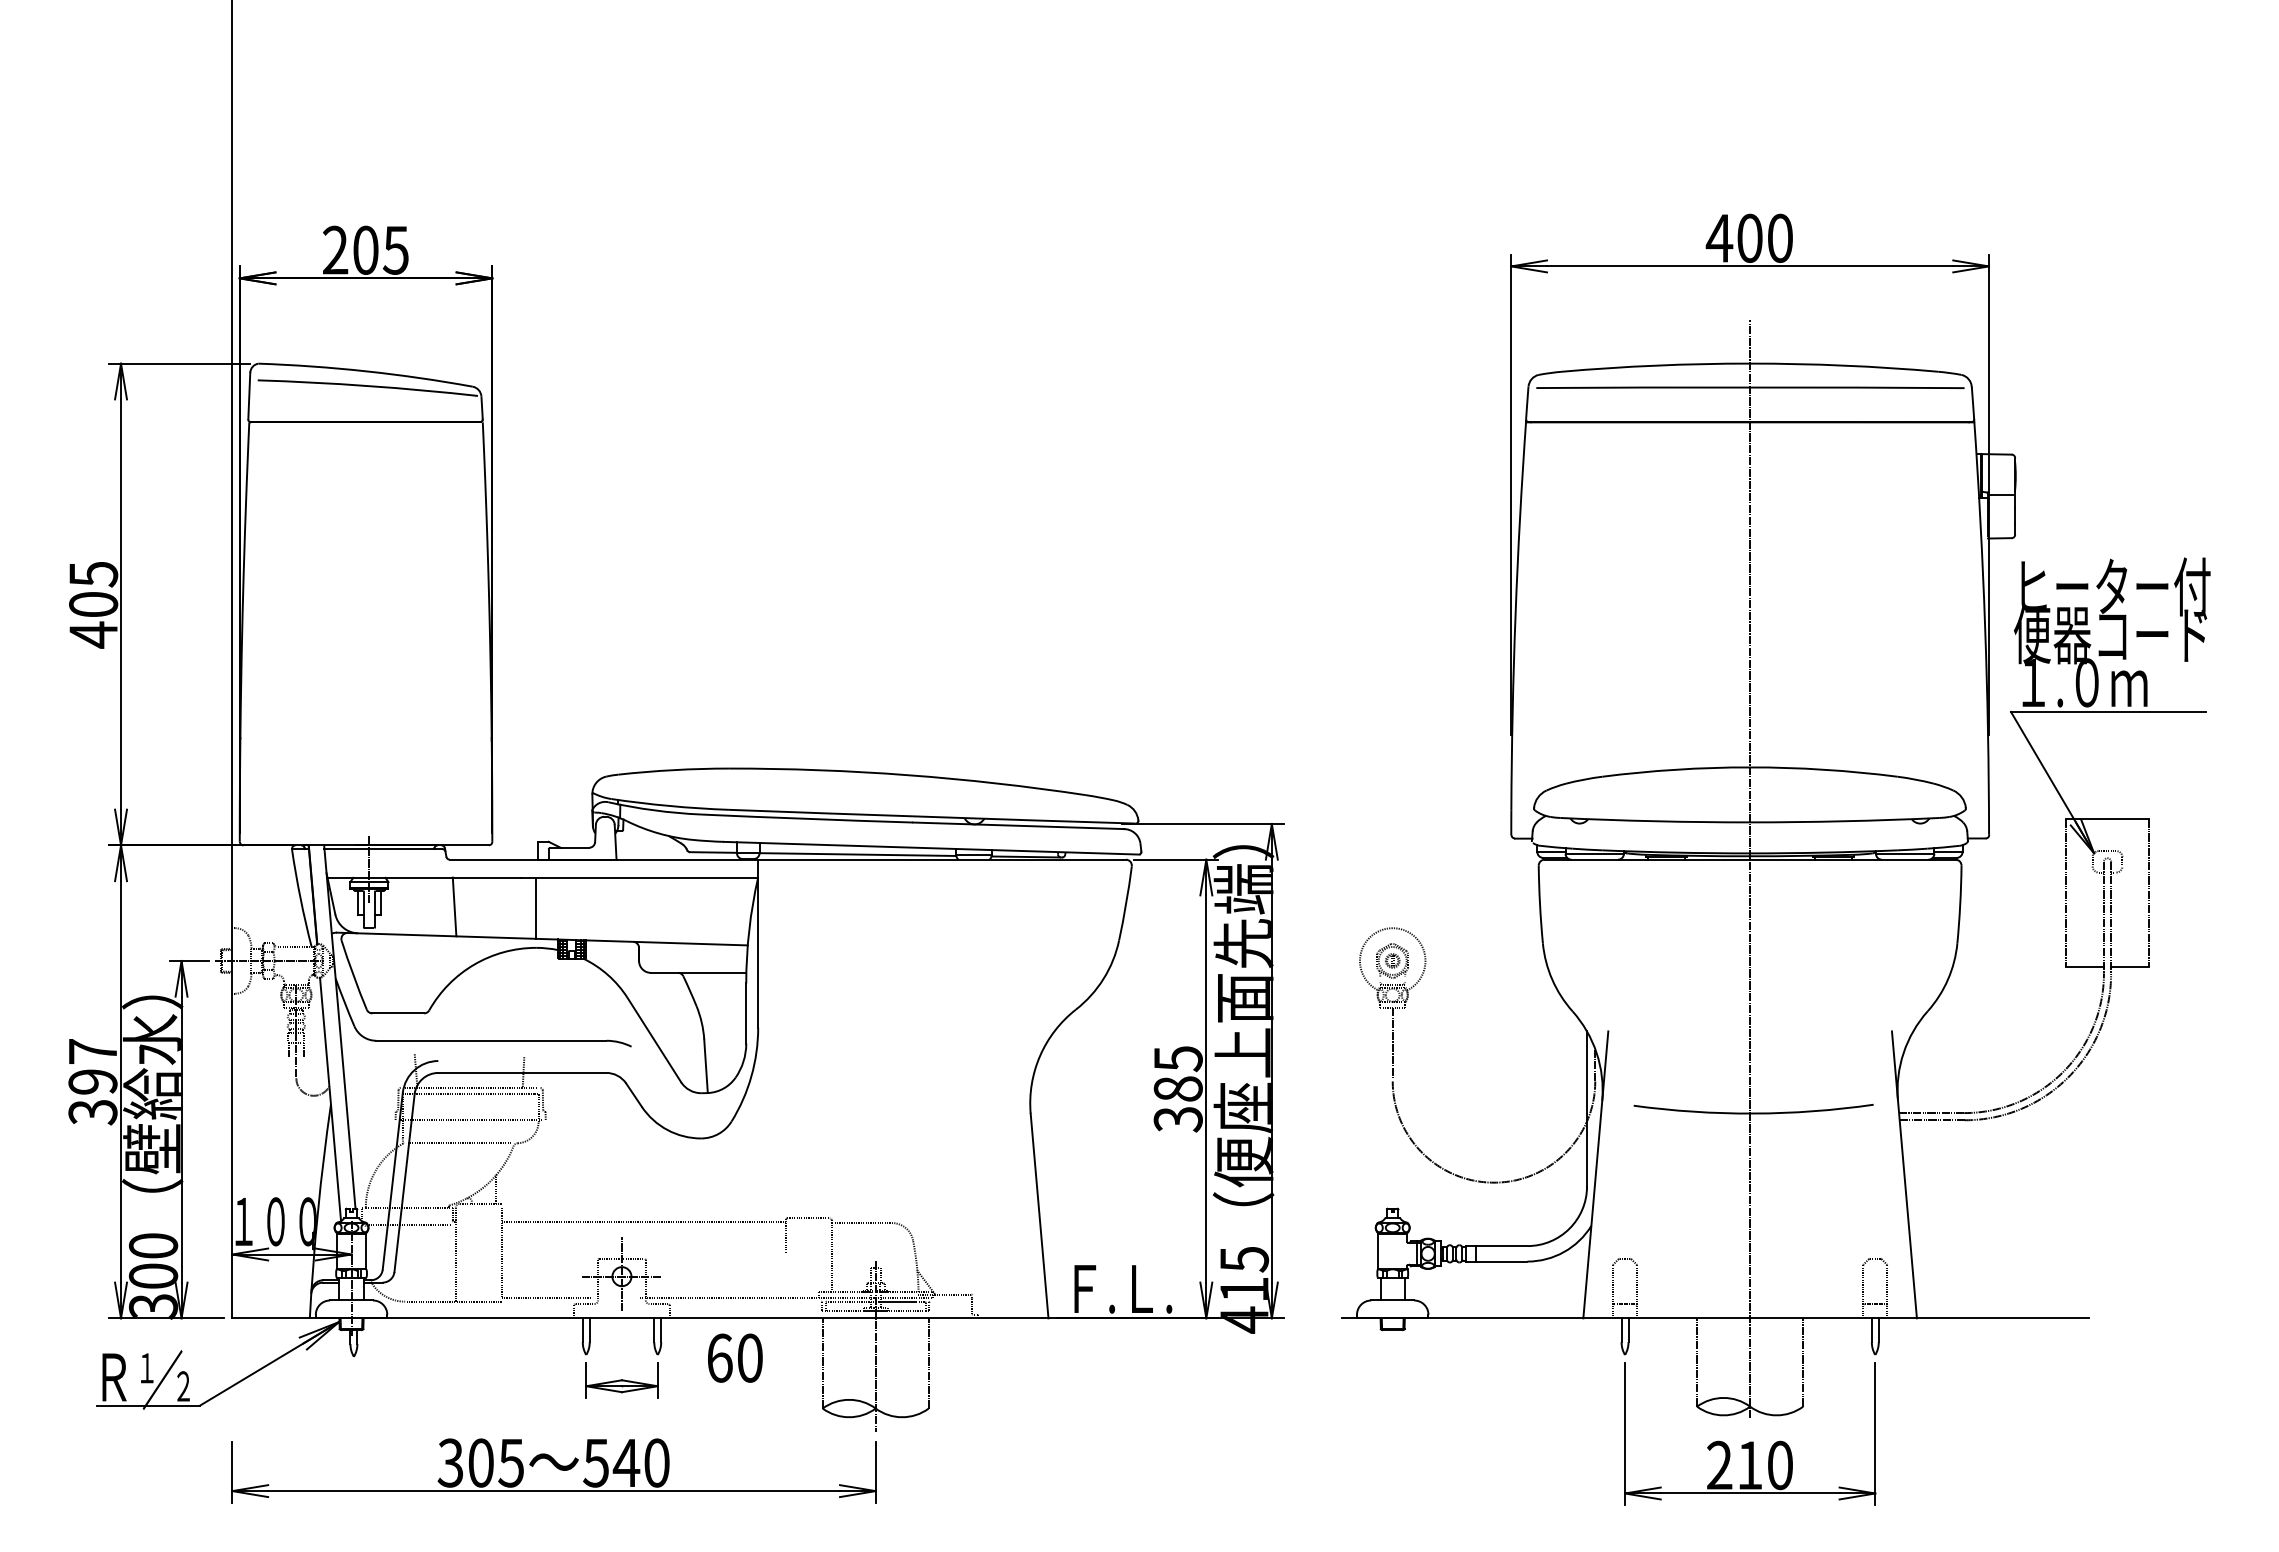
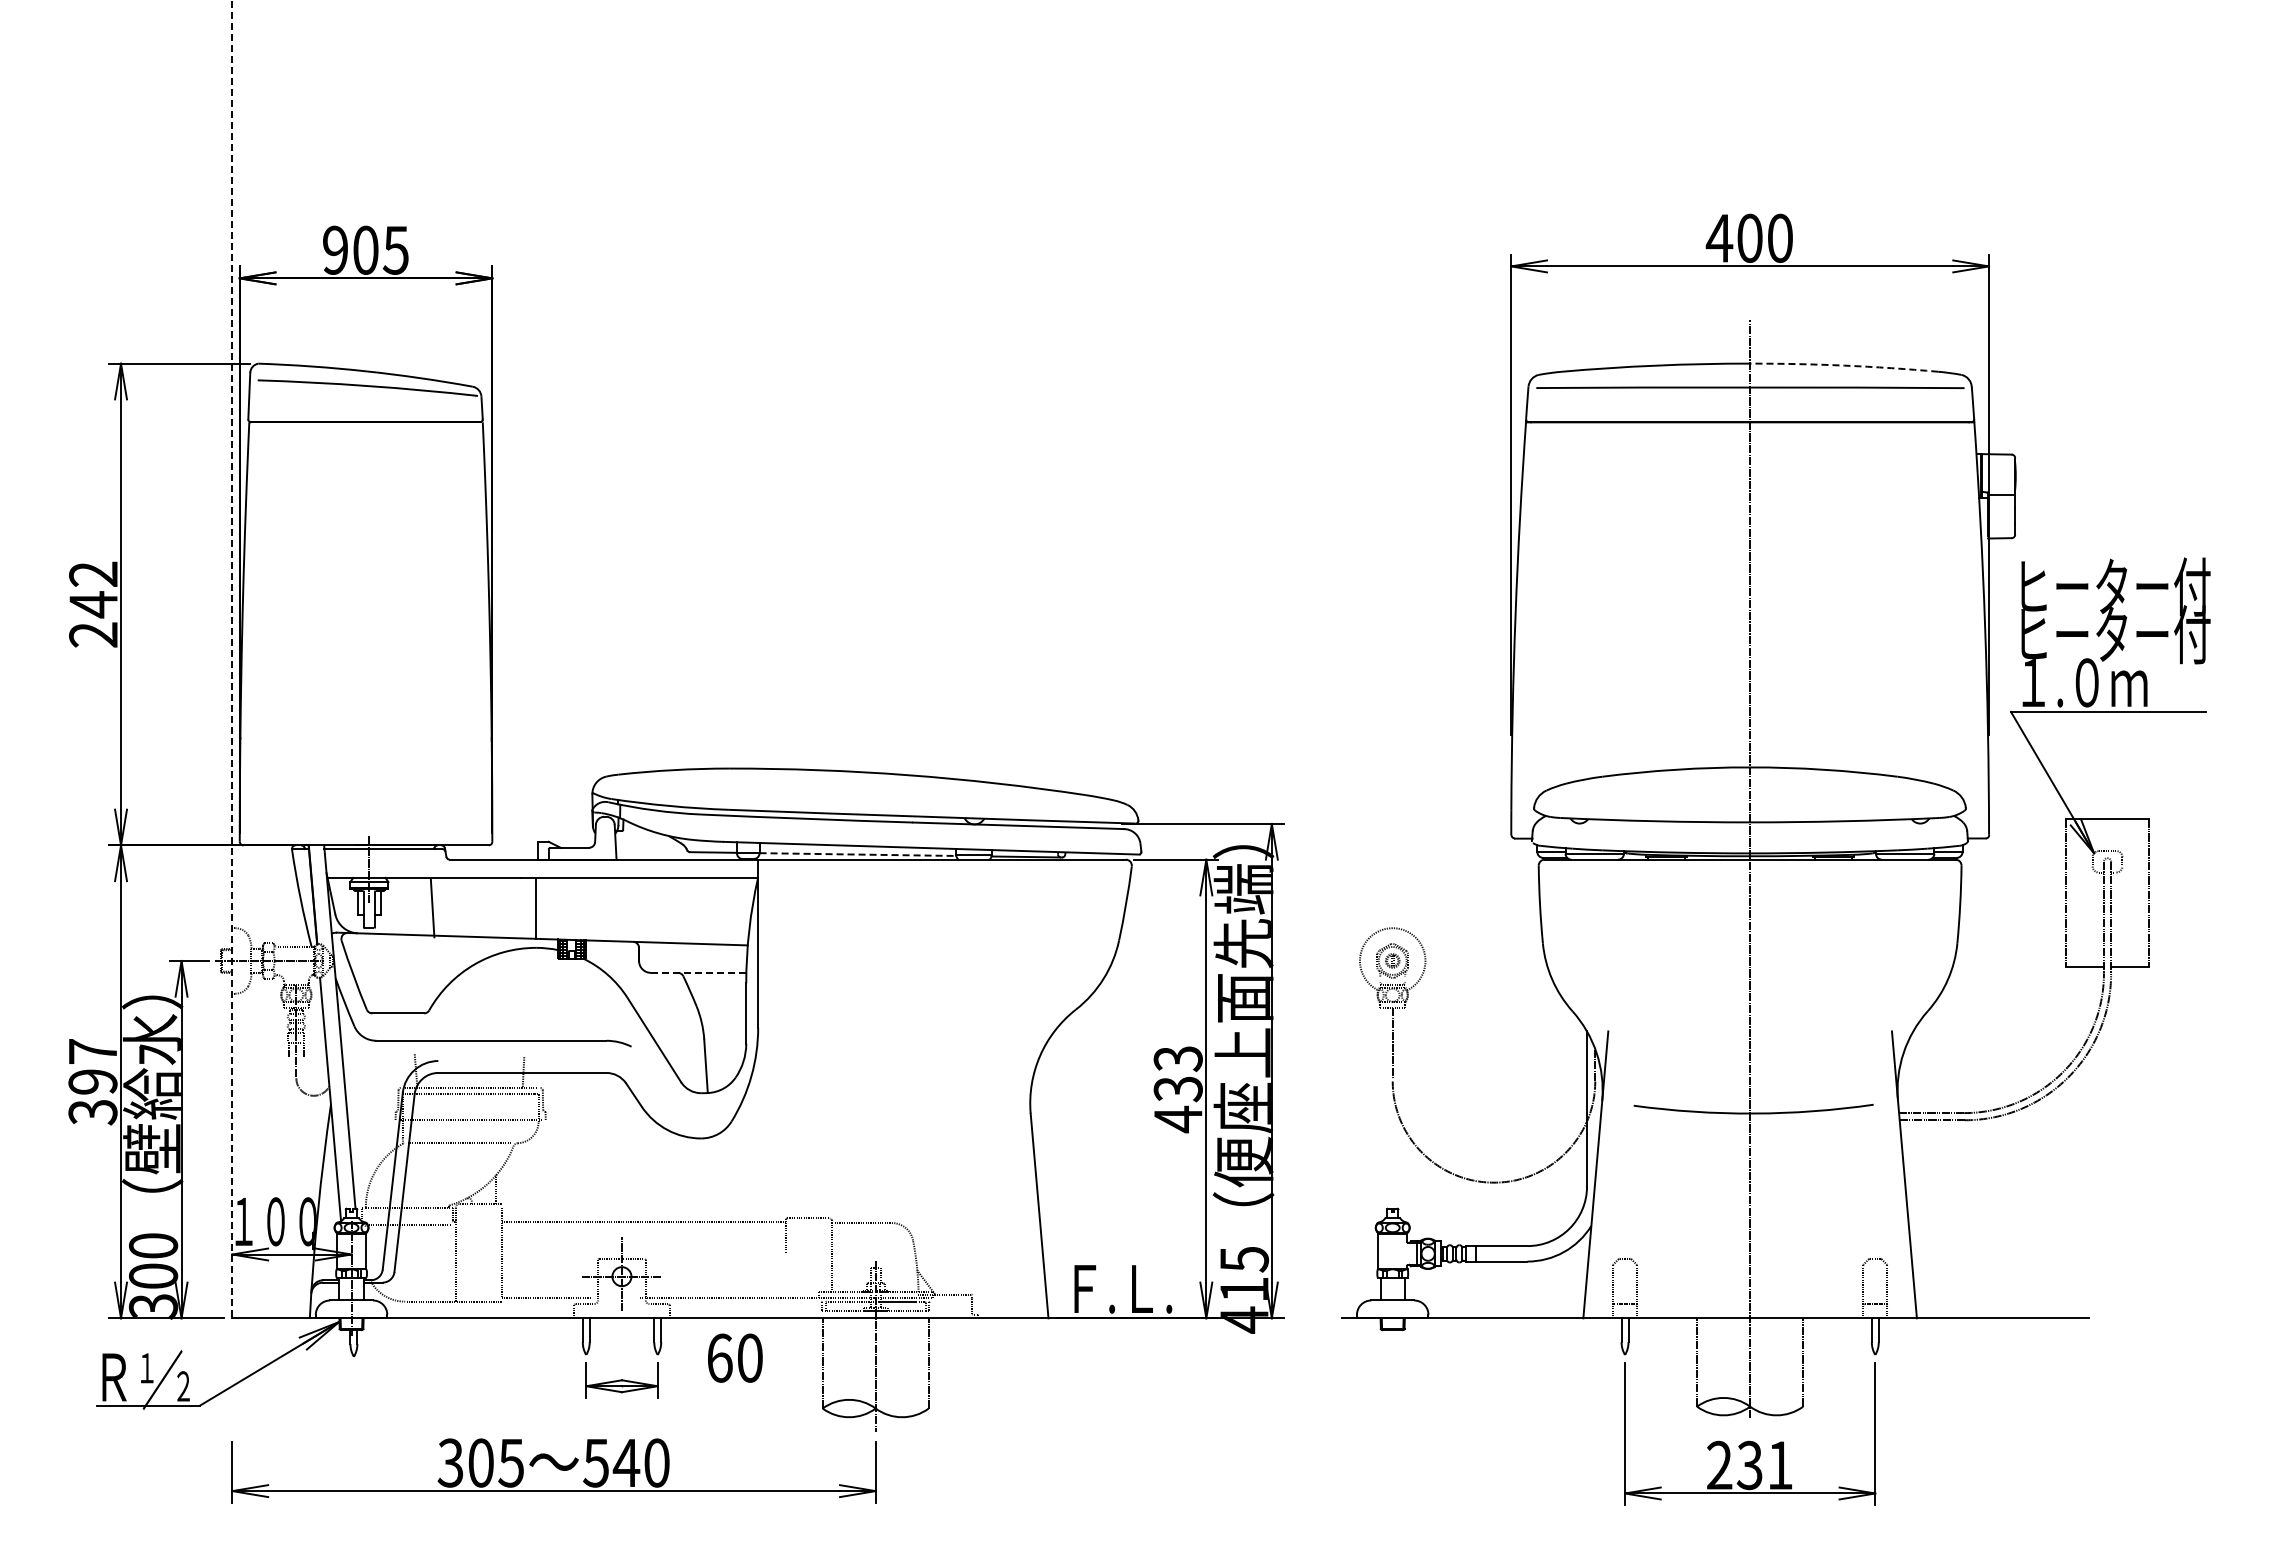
text at (335, 250): 205 -> 905
arc at (1844, 365): solid -> dashed
text at (93, 604): 405 -> 242
text at (2111, 634): 便器コード -> ヒーター付
line at (232, 659): solid -> dashed
line at (858, 854): solid -> dashed
line at (454, 906) position: (454, 906) -> (432, 907)
line at (698, 972): solid -> dashed
text at (1177, 1089): 385 -> 433
text at (1764, 1465): 210 -> 231
